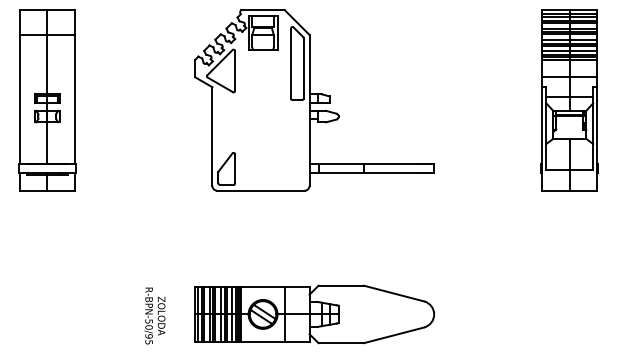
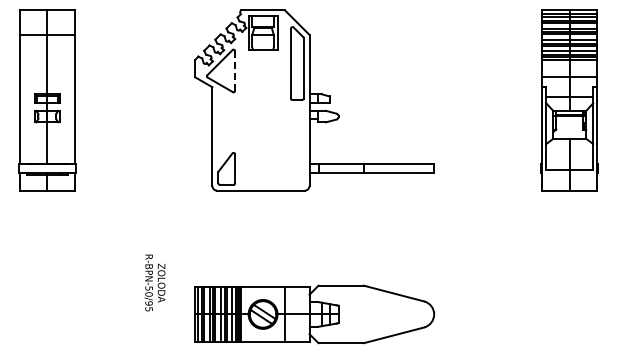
line at (235, 71): solid -> dashed
text at (154, 315) position: (154, 315) -> (154, 282)
